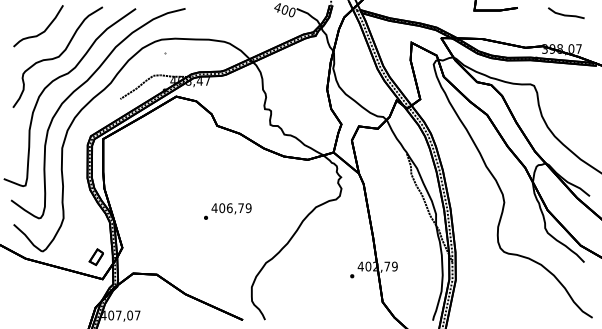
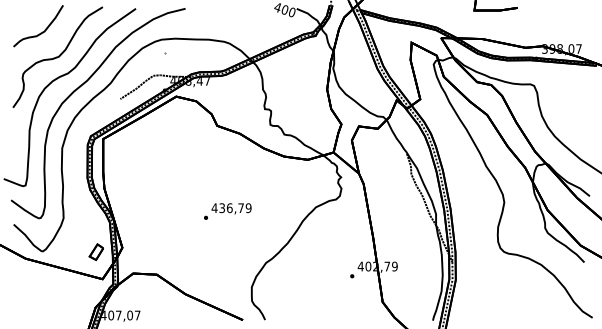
line at (566, 14): present -> none
text at (222, 208): 406,79 -> 436,79
part at (95, 257) position: (95, 257) -> (95, 252)
